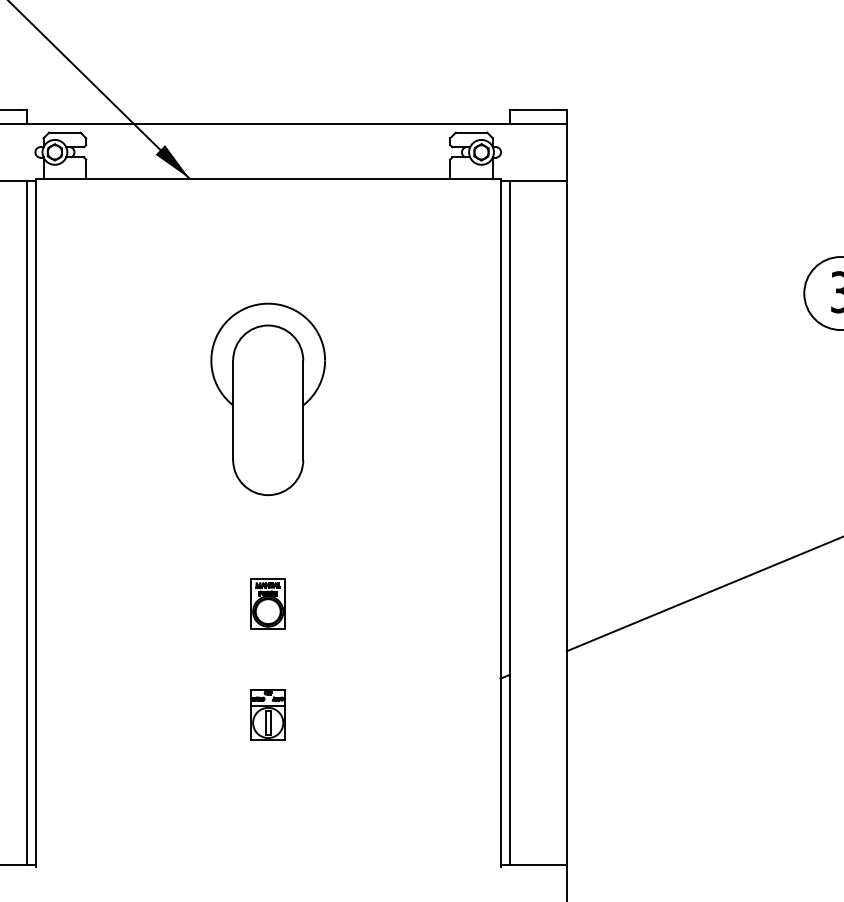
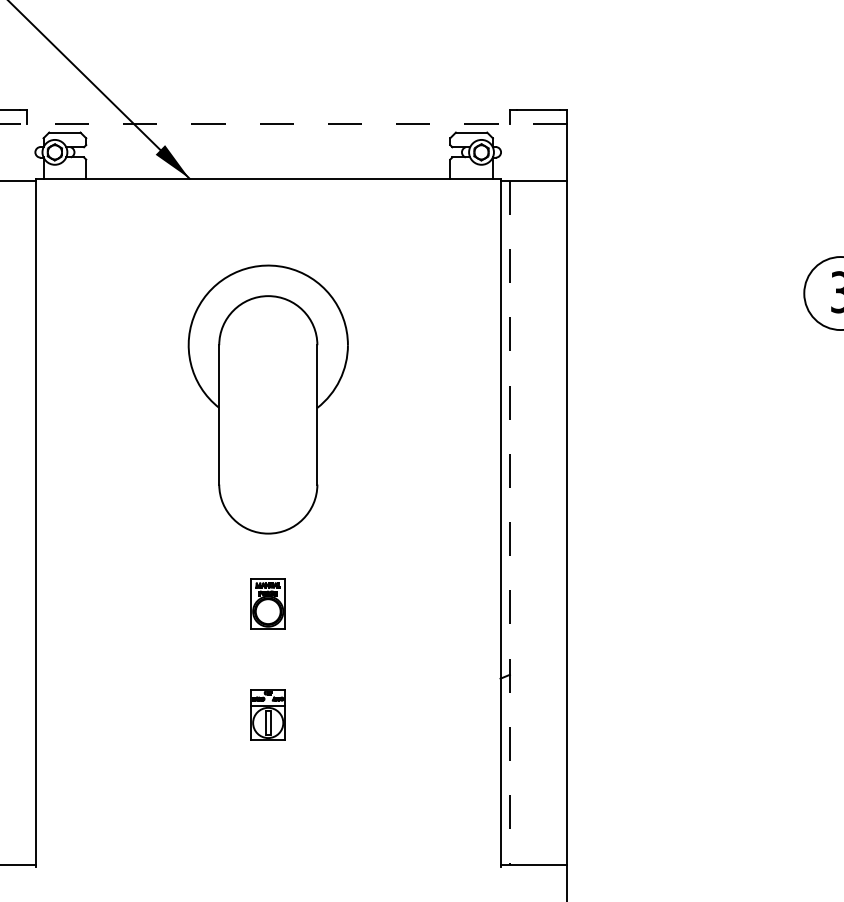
line at (283, 123): solid -> dashed
part at (267, 398) size: 116x194 px -> 162x271 px
line at (26, 522): present -> none
line at (509, 523): solid -> dashed
line at (703, 594): present -> none
